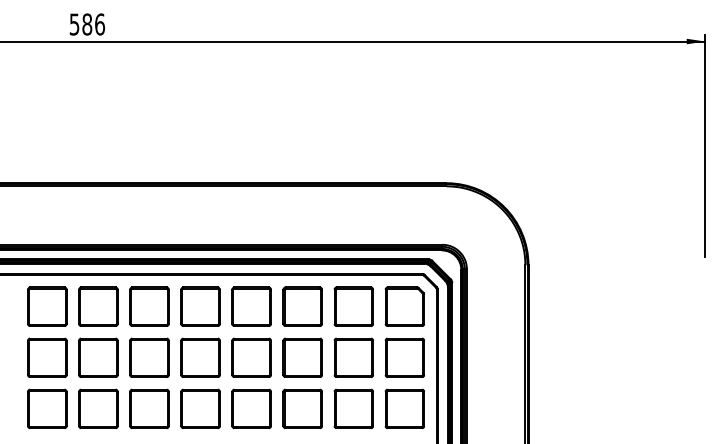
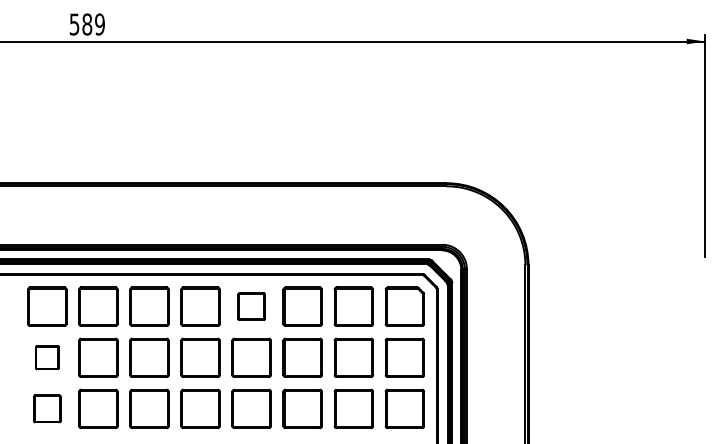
text at (100, 24): 586 -> 589
part at (251, 306) size: 41x41 px -> 29x29 px
part at (47, 357) size: 41x41 px -> 25x26 px
part at (47, 408) size: 41x42 px -> 29x30 px
